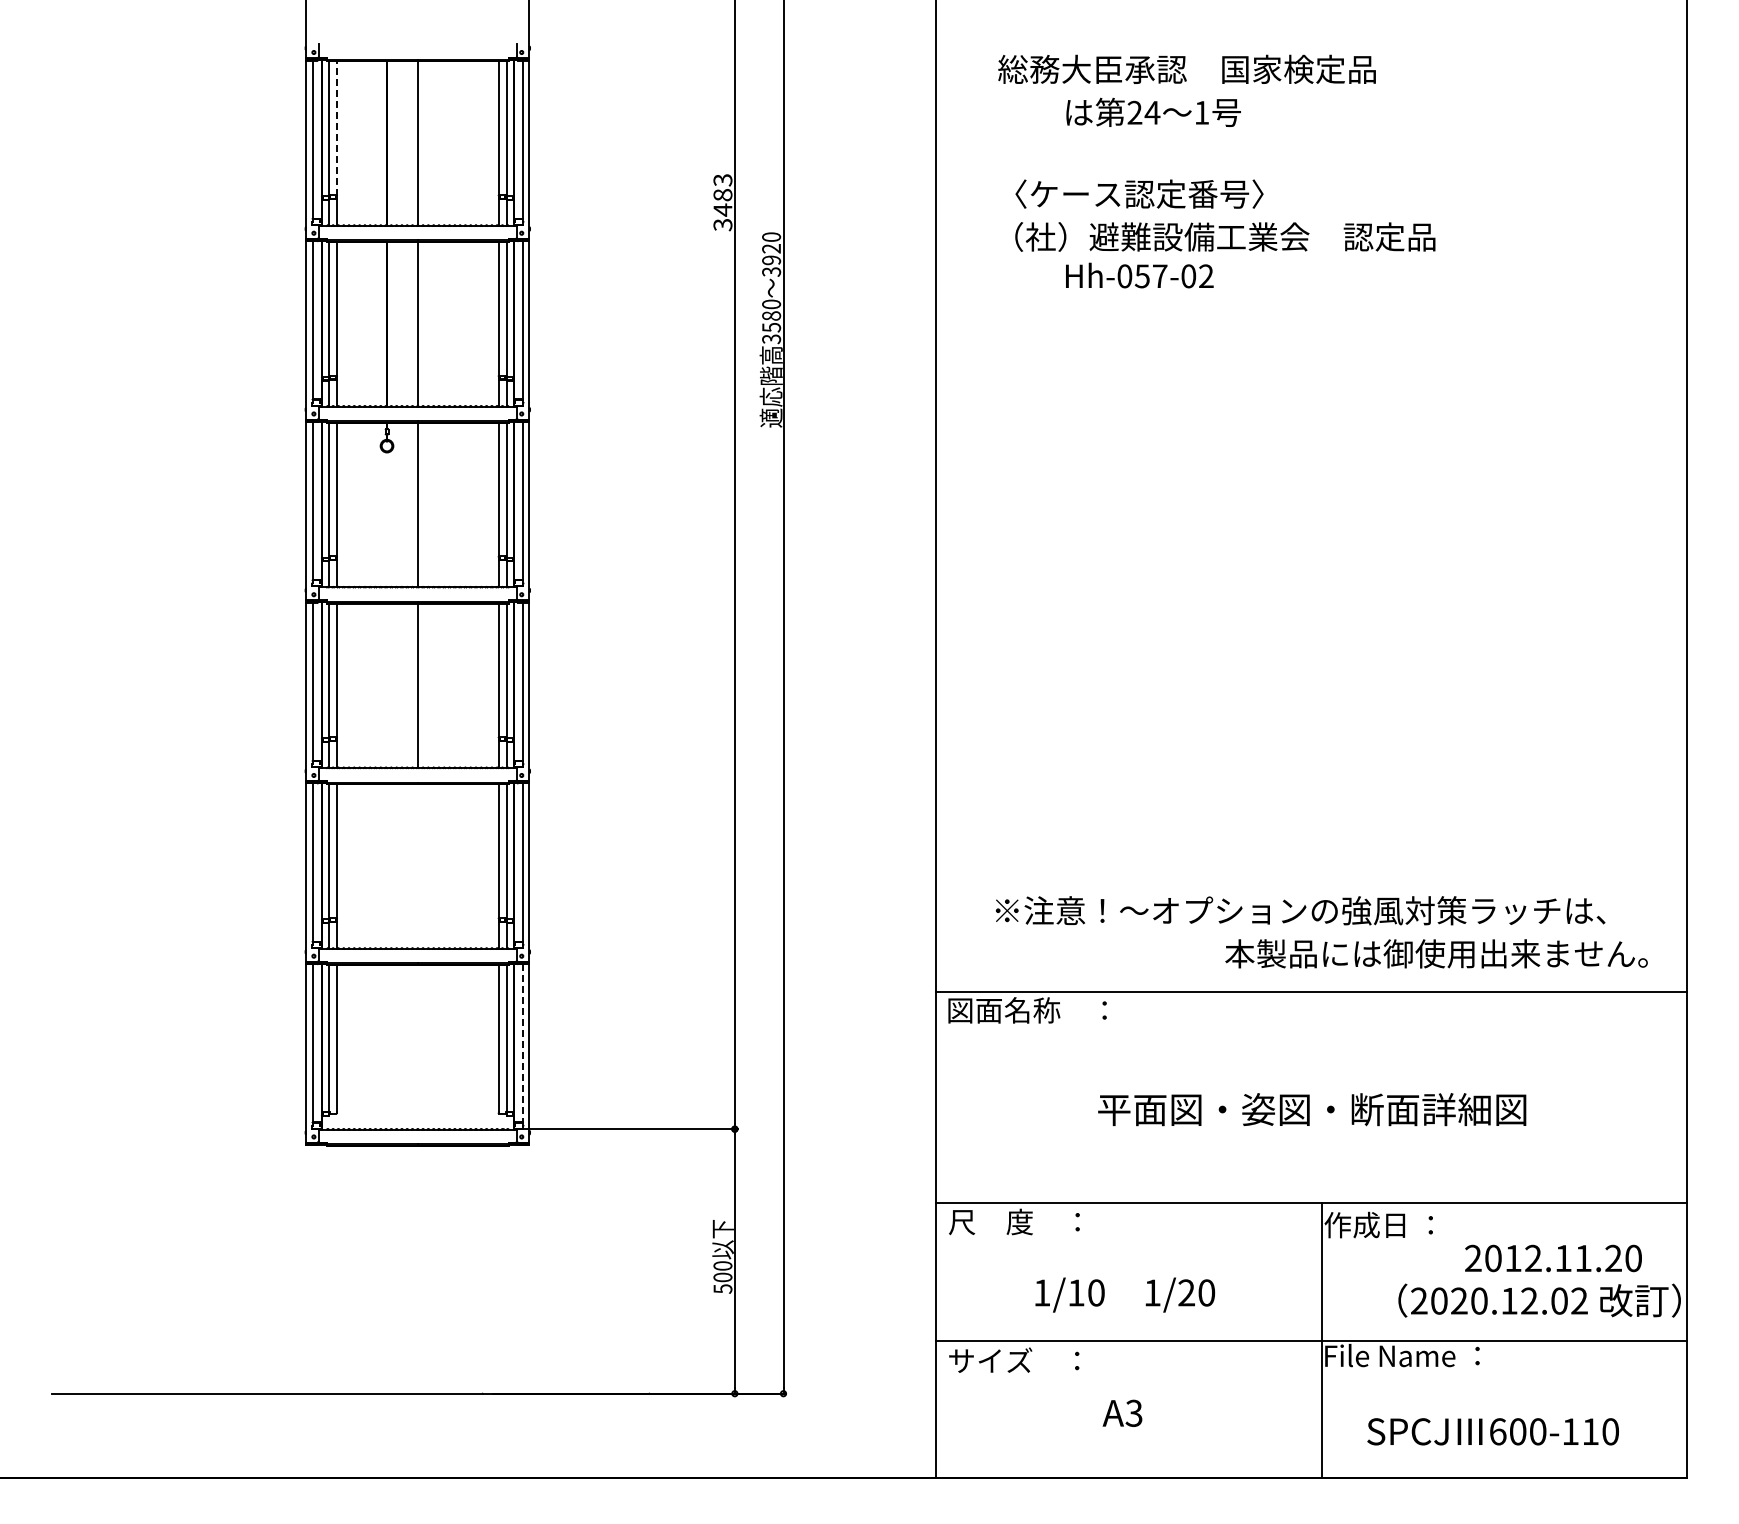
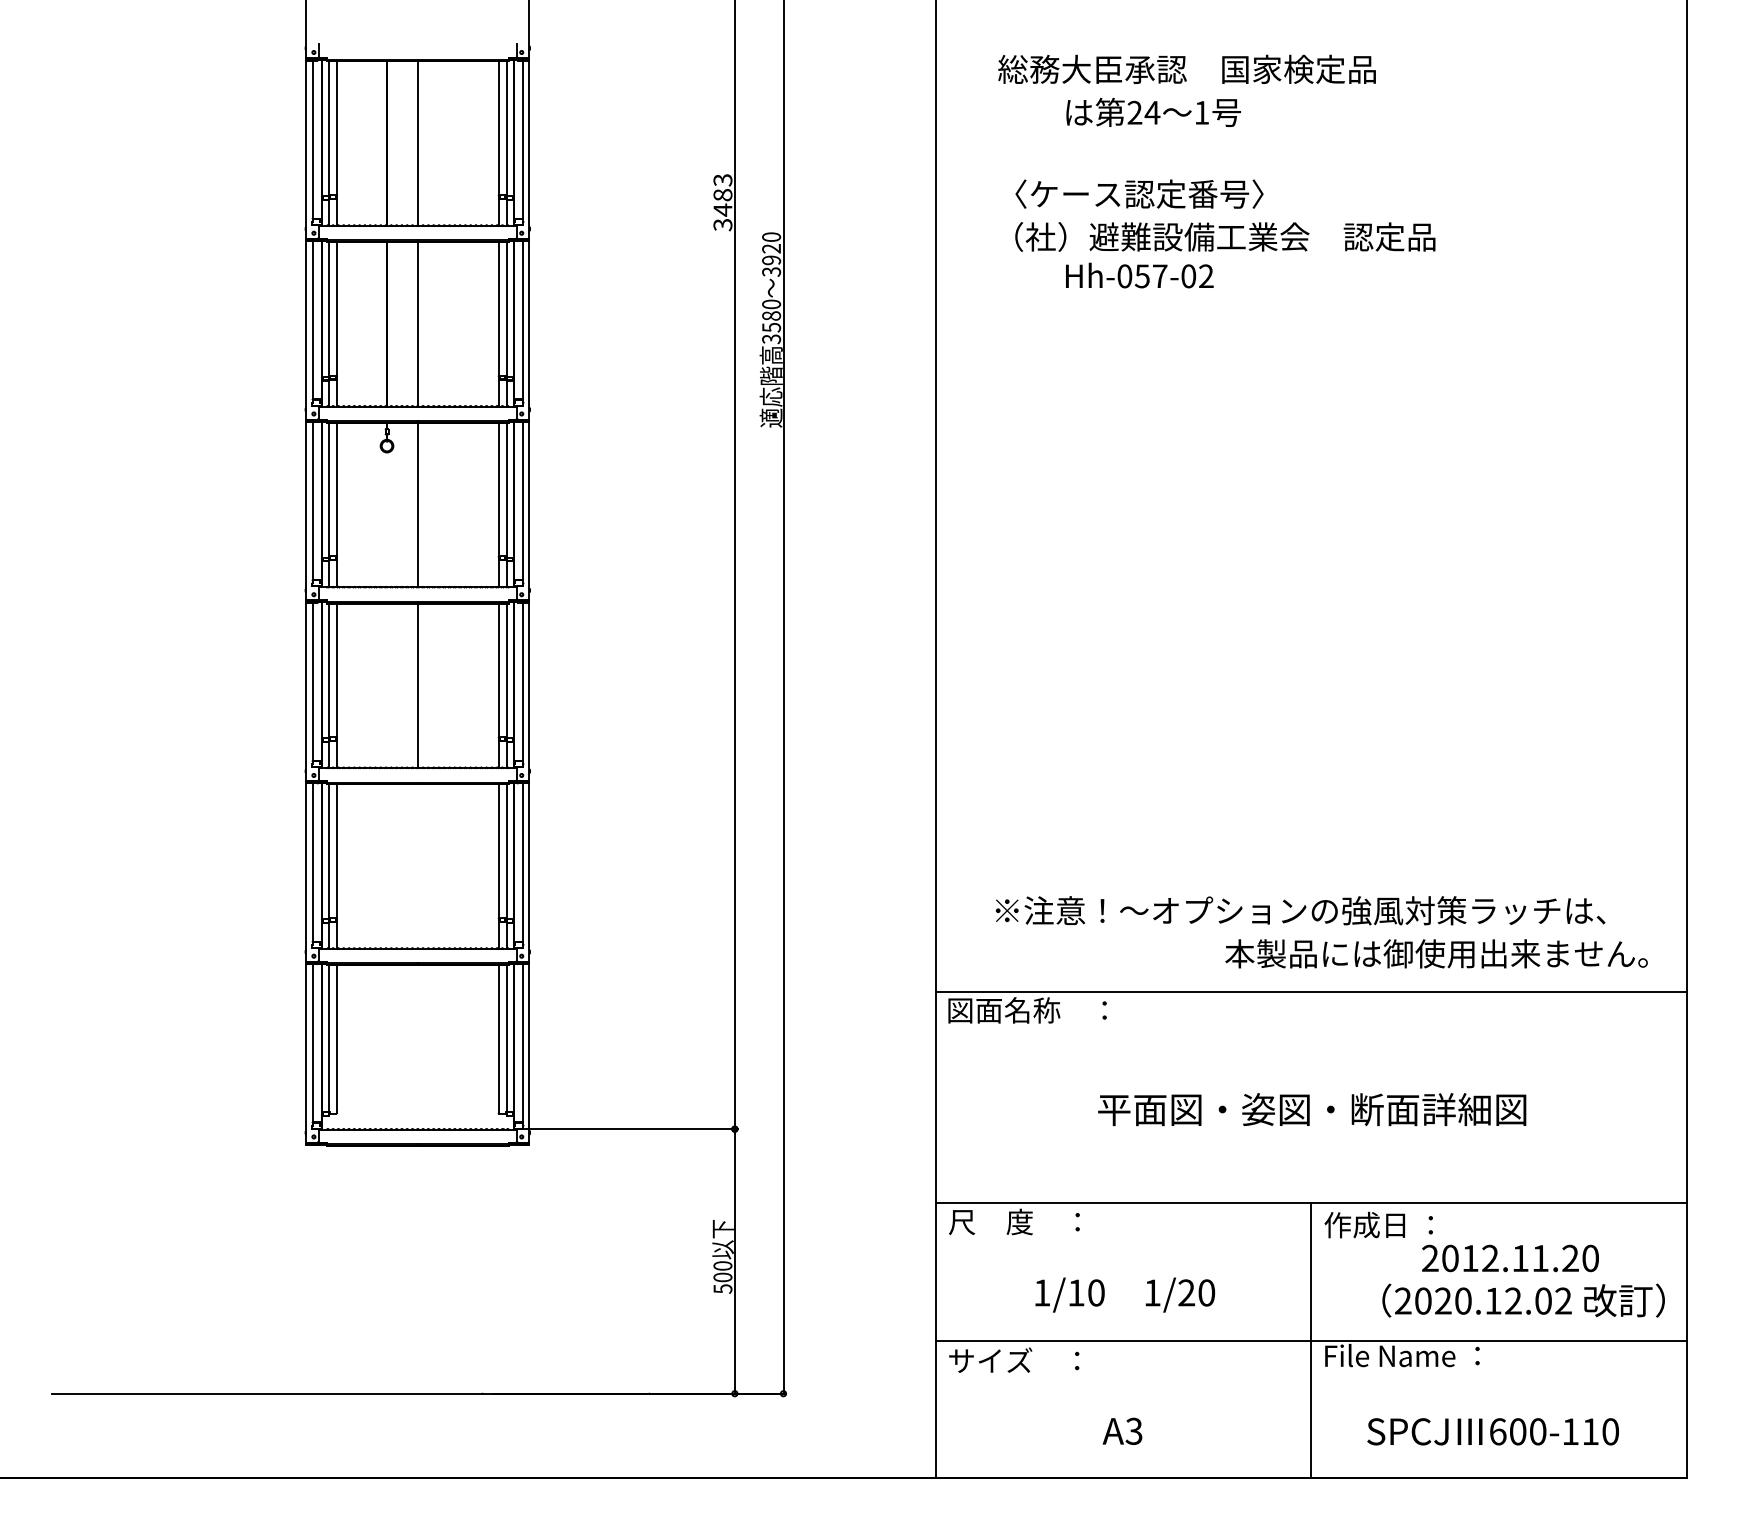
line at (337, 128): dashed -> solid
line at (523, 1043): dashed -> solid
text at (1553, 1258) position: (1553, 1258) -> (1510, 1258)
text at (1539, 1300) position: (1539, 1300) -> (1523, 1300)
line at (1322, 1340) position: (1322, 1340) -> (1311, 1340)
text at (1122, 1412) position: (1122, 1412) -> (1122, 1430)
